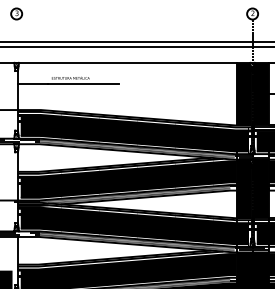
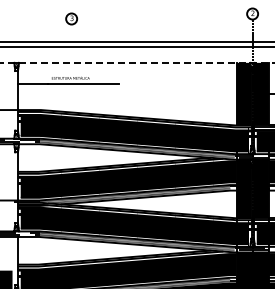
part at (16, 13) position: (16, 13) -> (71, 18)
line at (137, 62): solid -> dashed
